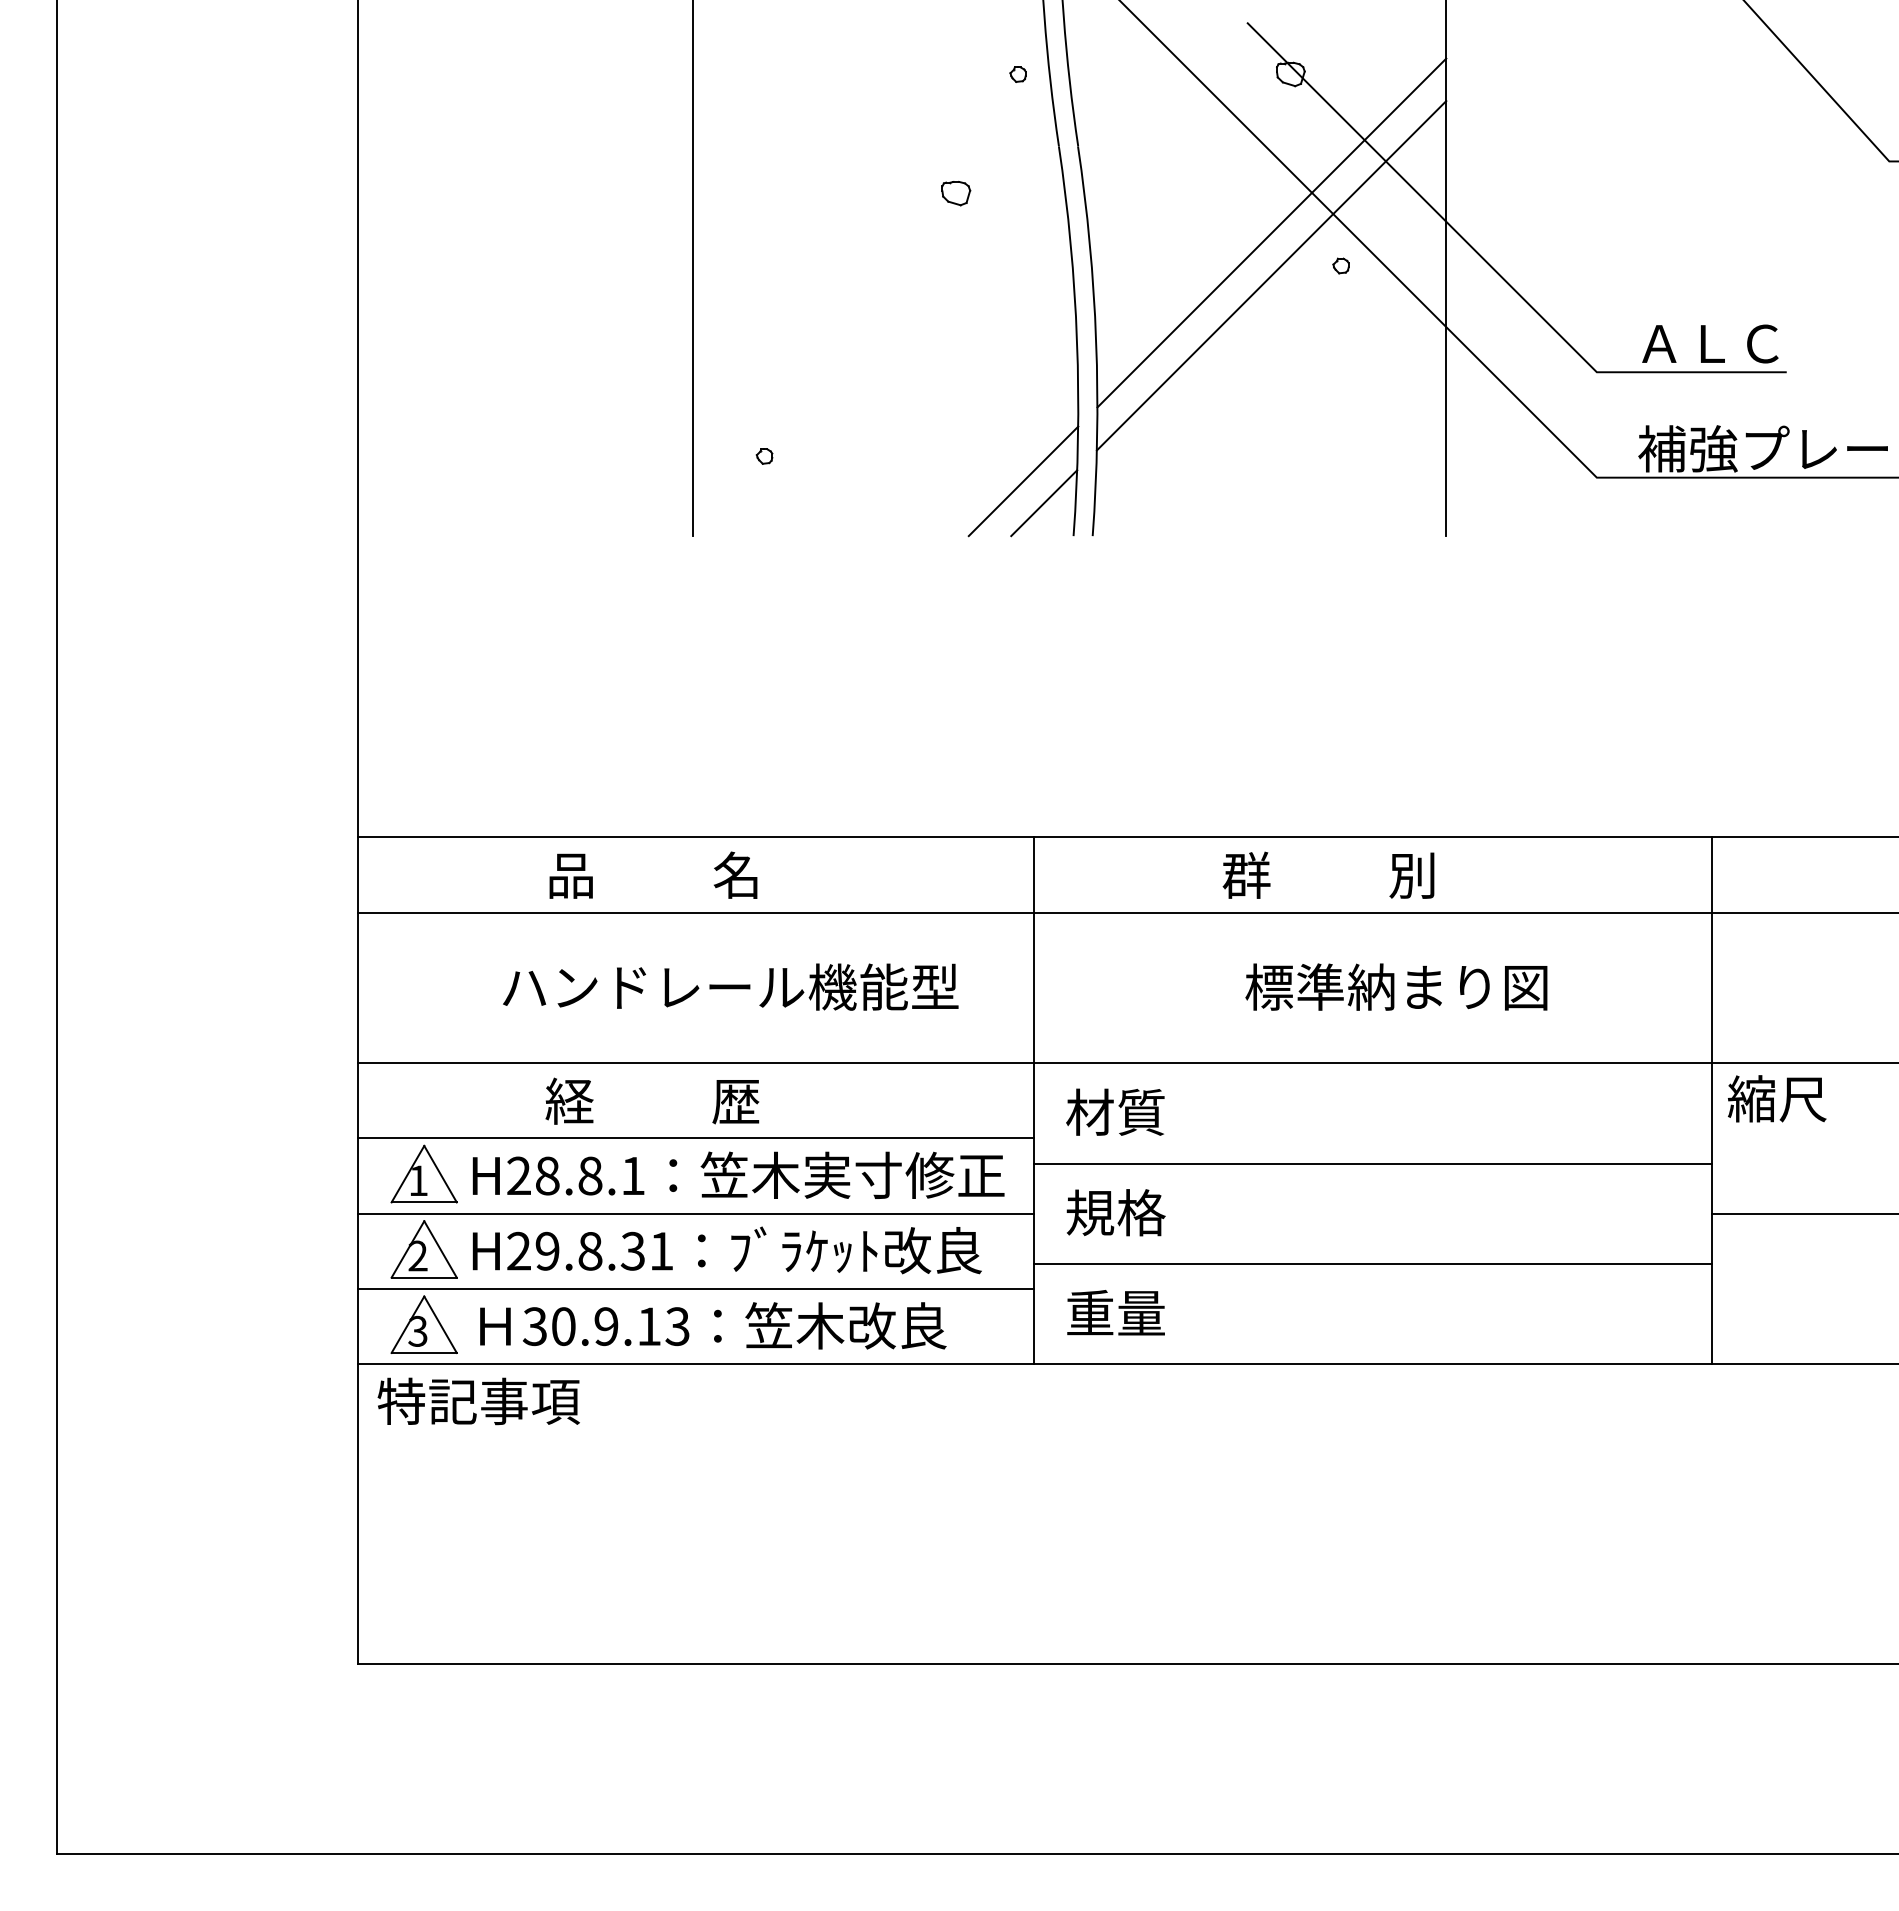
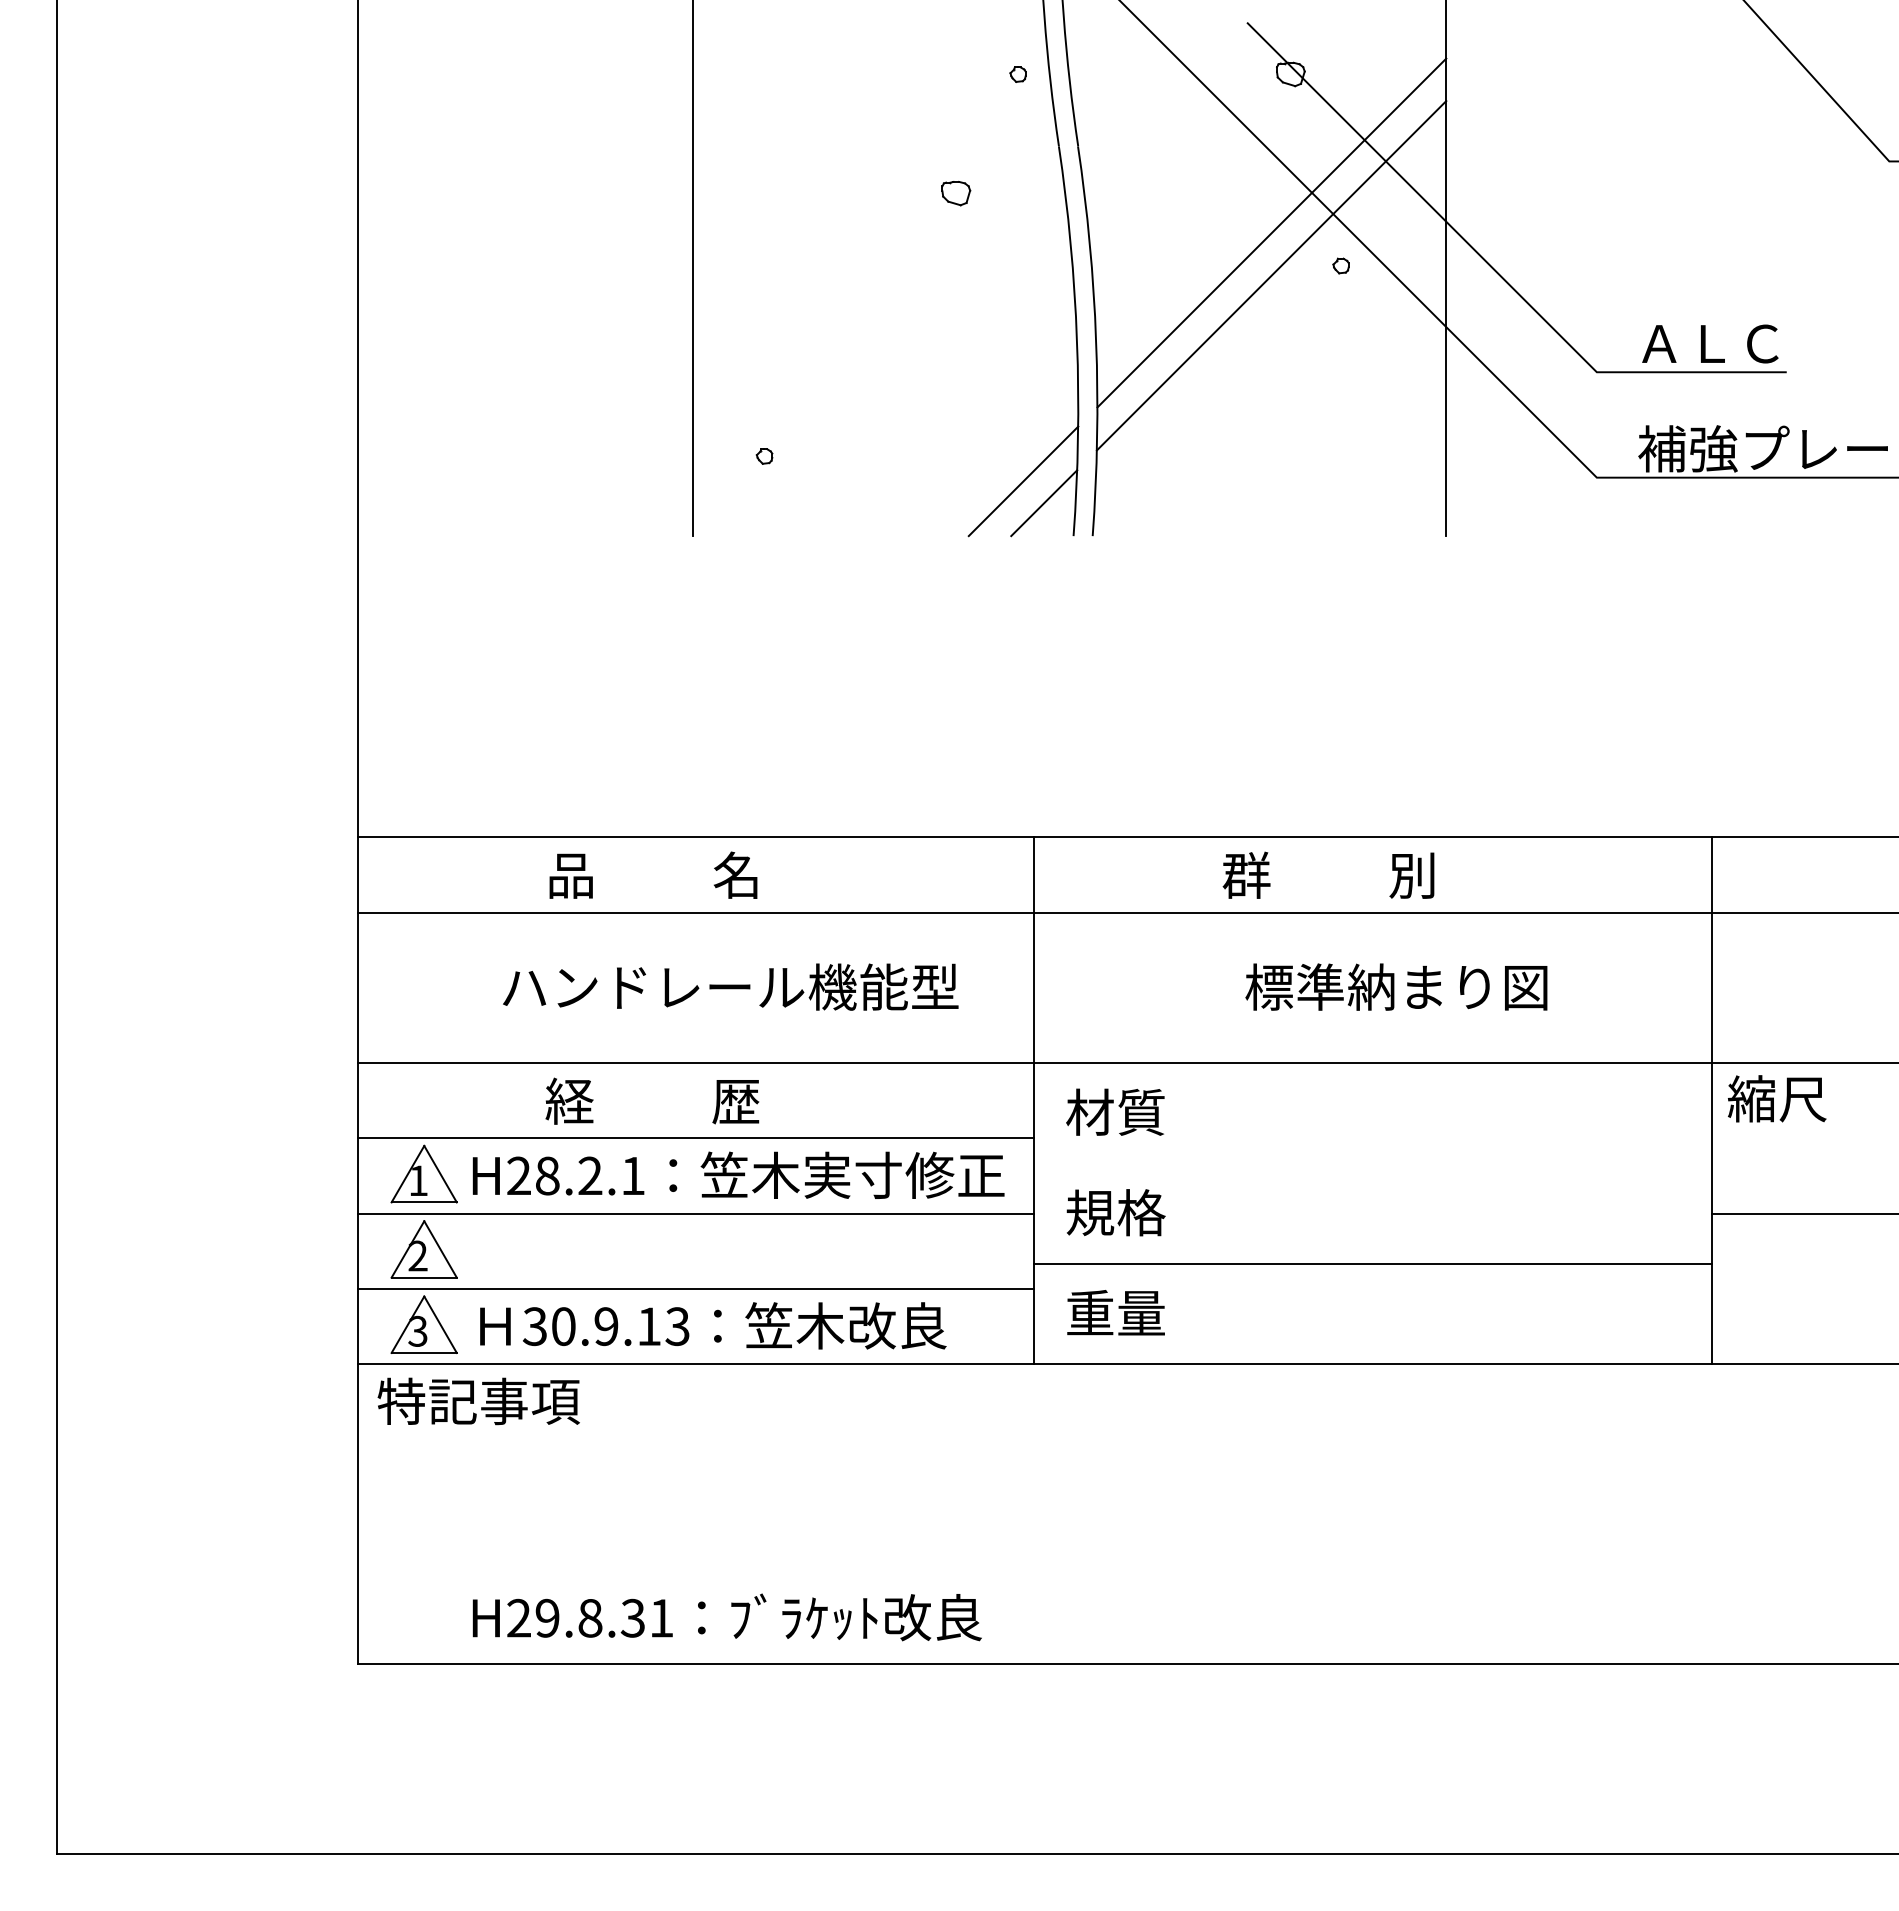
line at (1372, 1163): present -> none
text at (590, 1175): H28.8.1 -> H28.2.1
text at (726, 1250) position: (726, 1250) -> (726, 1617)
